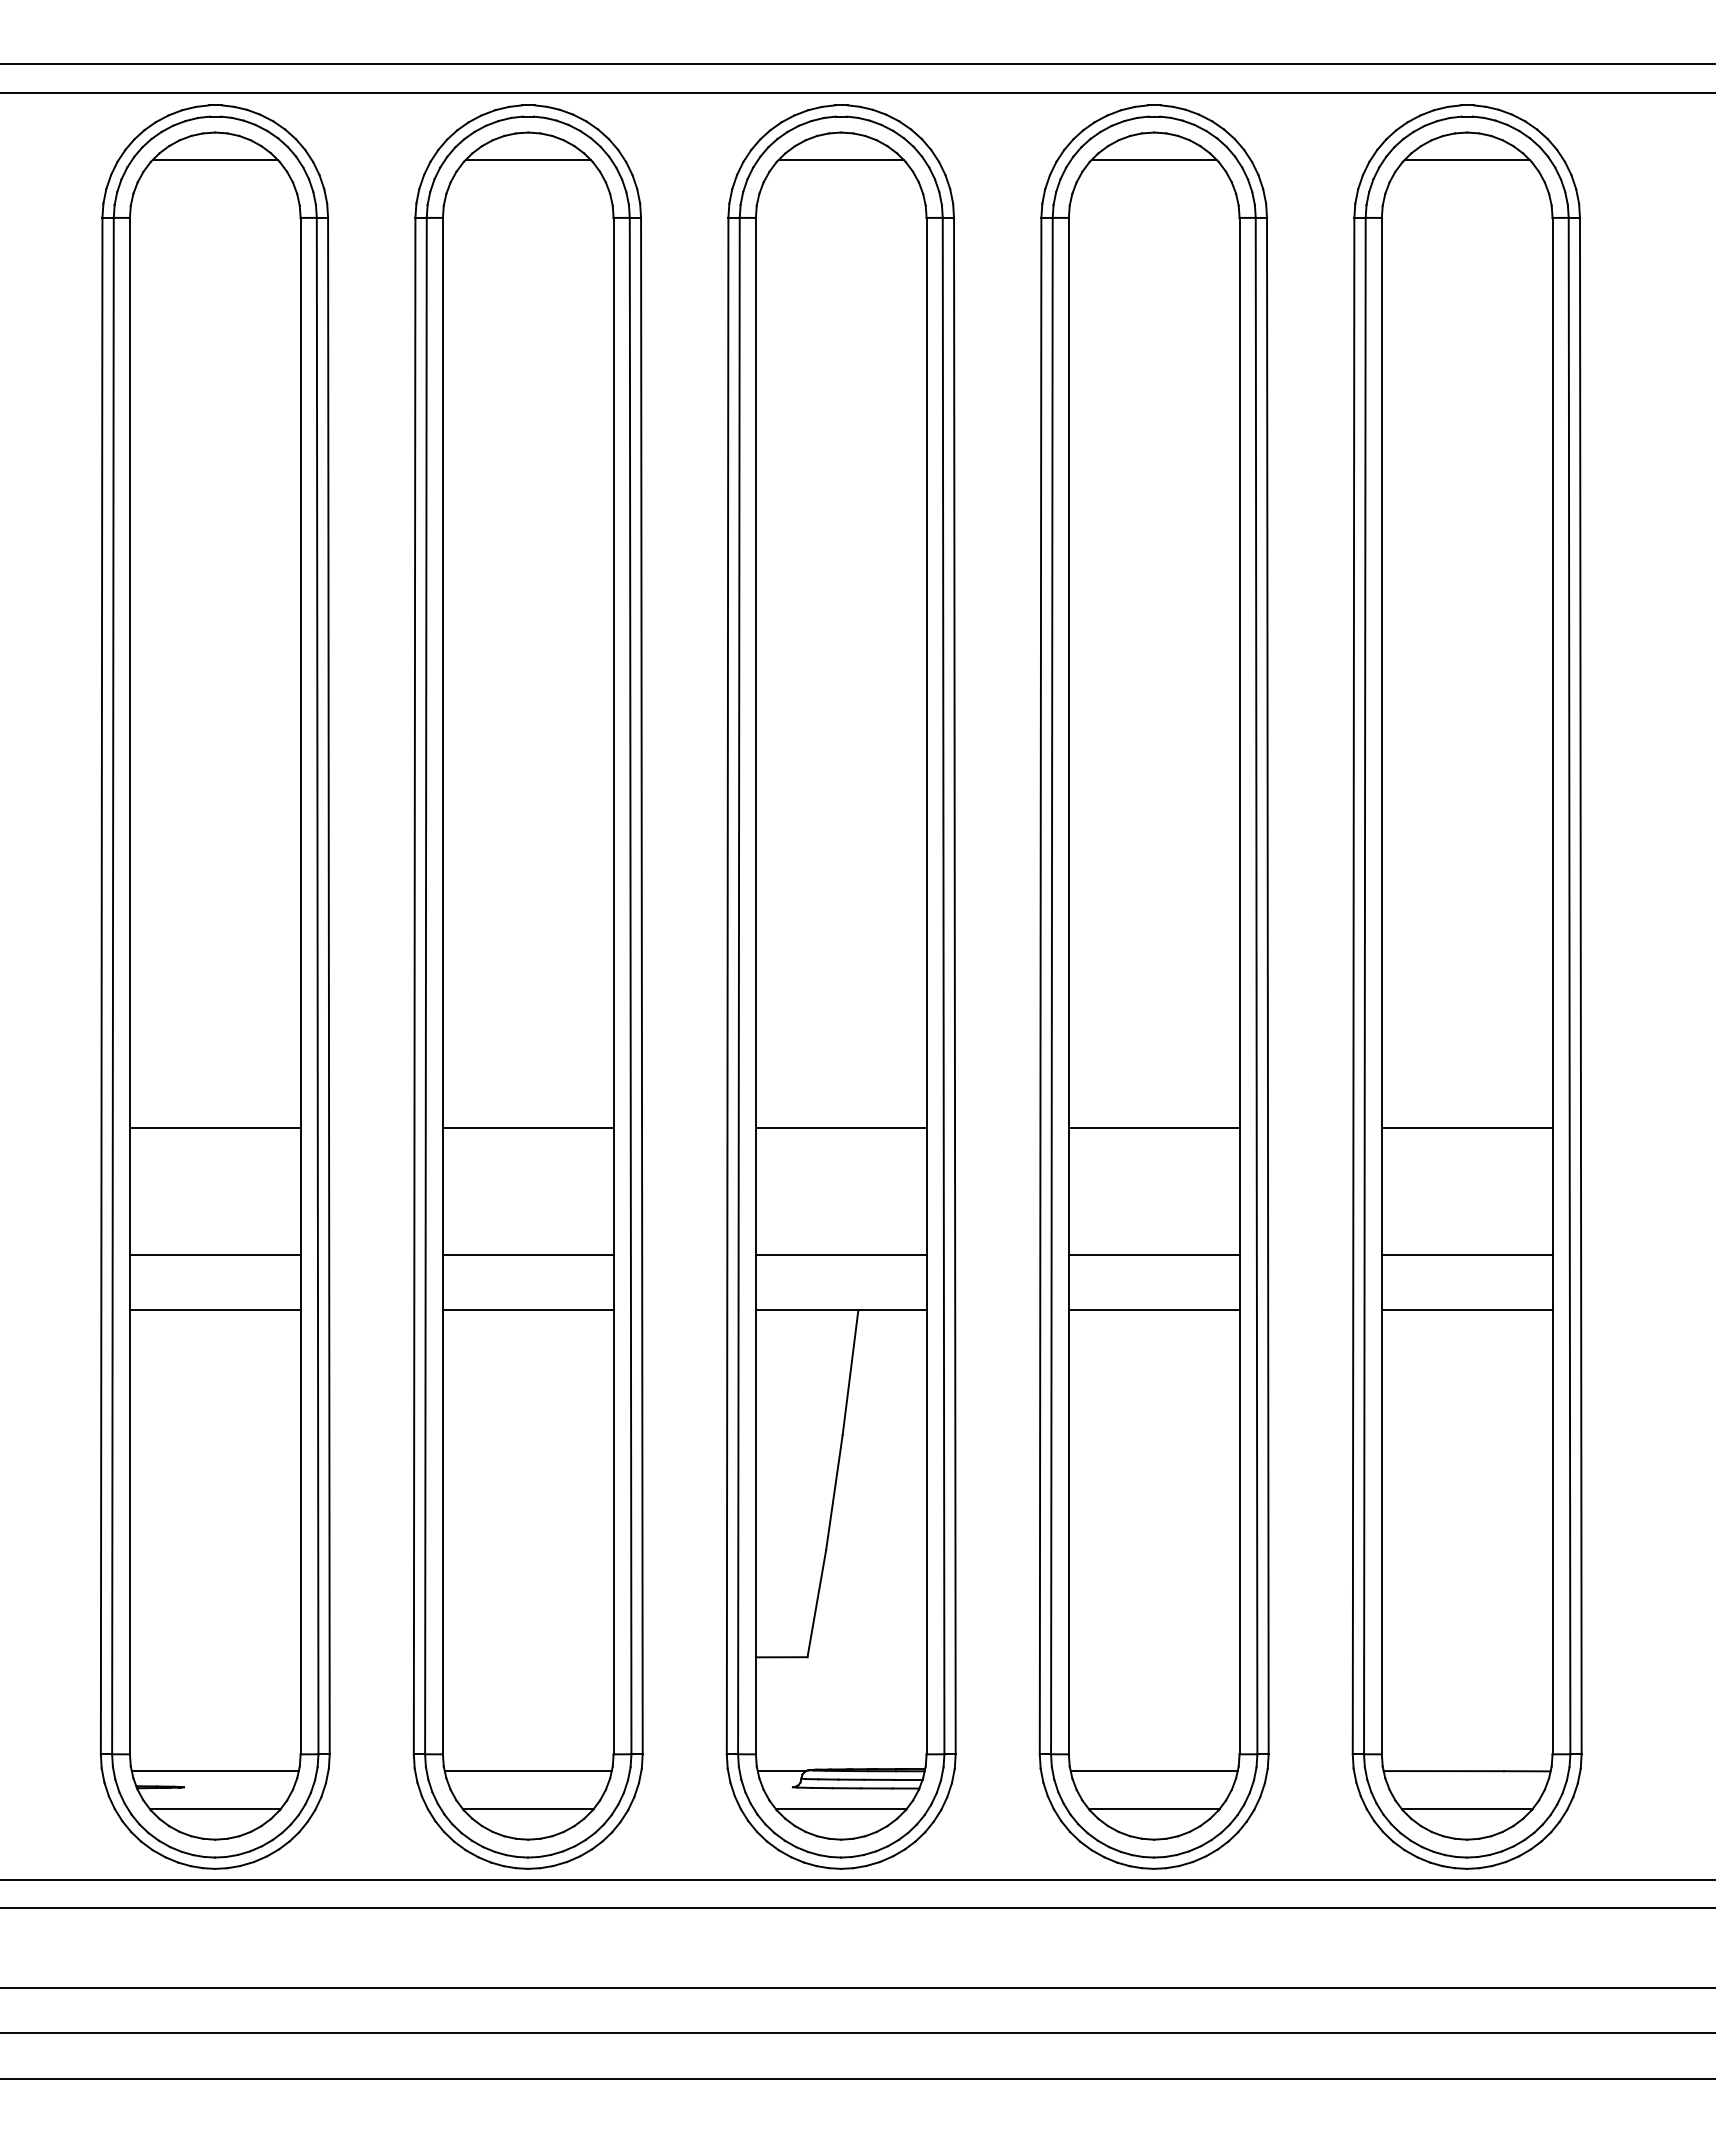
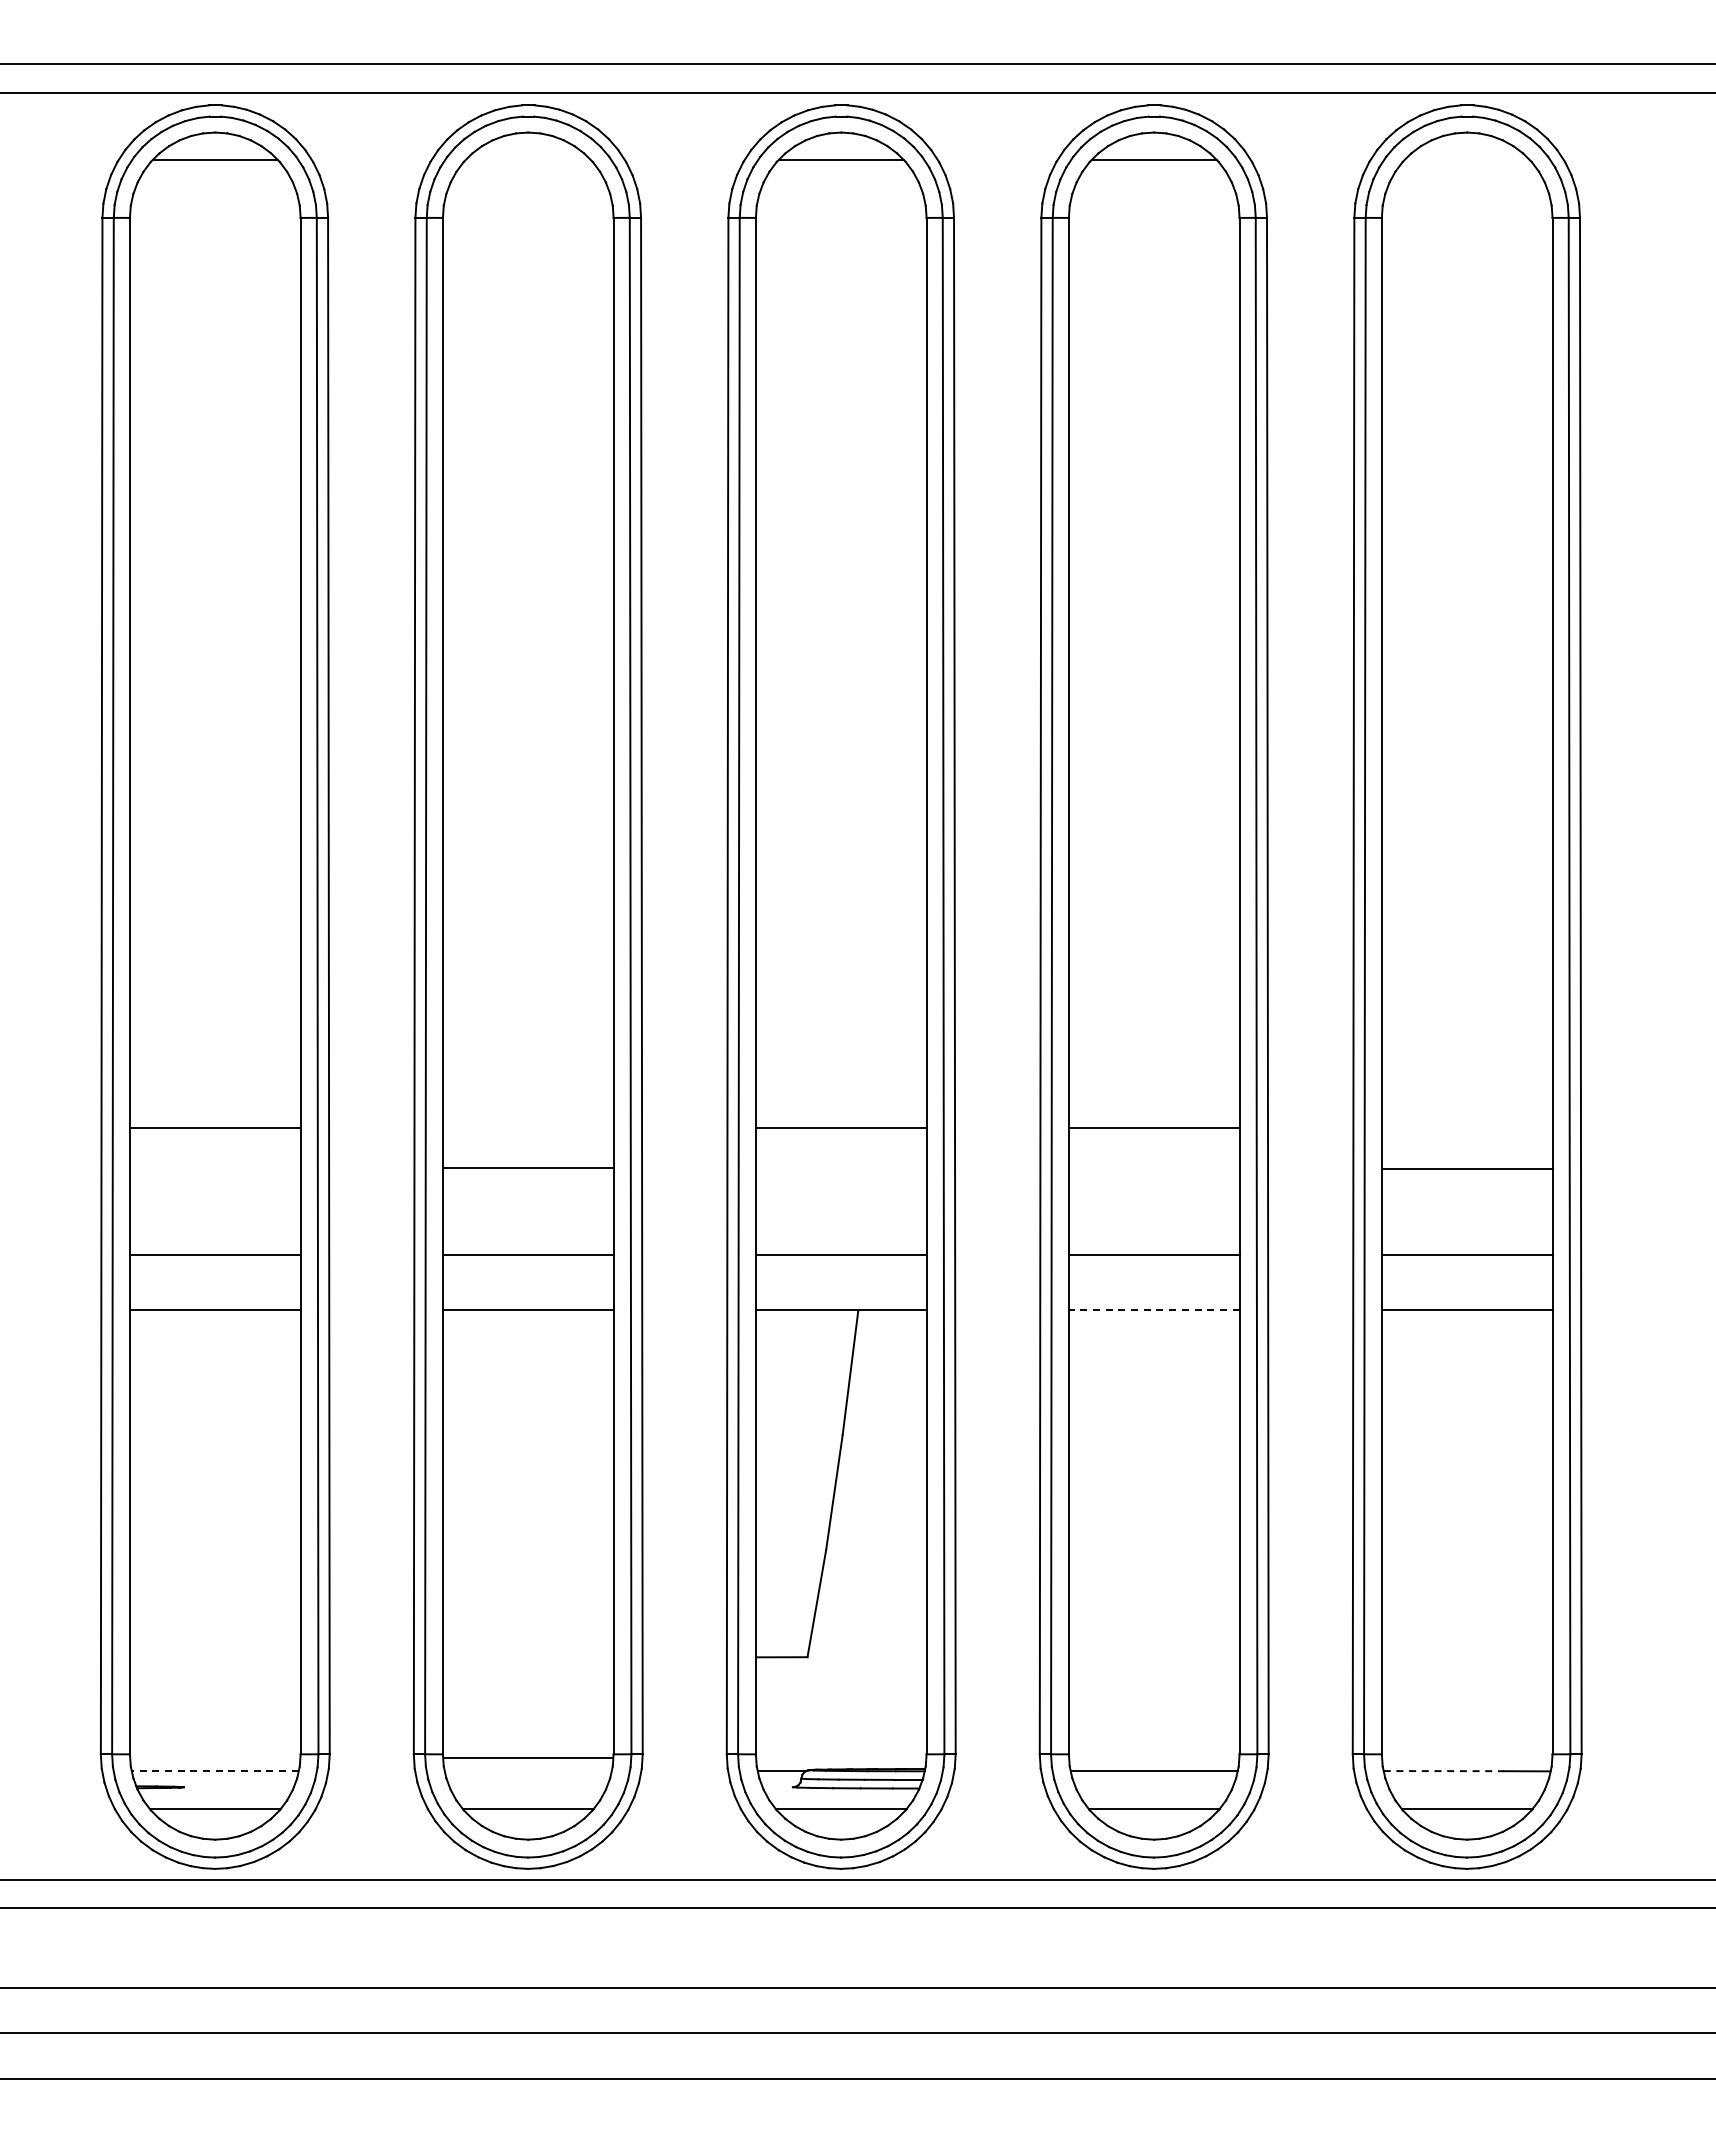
line at (527, 160): present -> none
line at (1466, 160): present -> none
line at (527, 1128) position: (527, 1128) -> (527, 1168)
line at (1466, 1128) position: (1466, 1128) -> (1466, 1169)
line at (1153, 1310): solid -> dashed
line at (214, 1771): solid -> dashed
line at (527, 1771) position: (527, 1771) -> (527, 1758)
line at (1444, 1771): solid -> dashed
